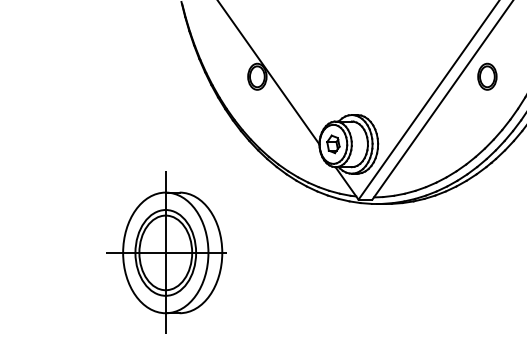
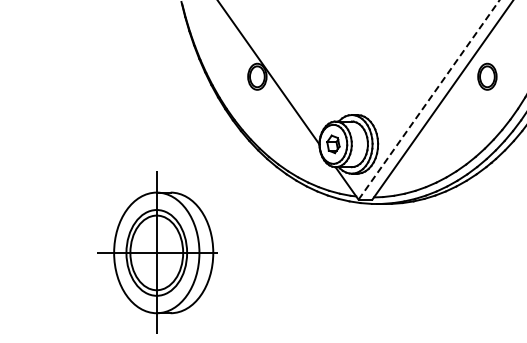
line at (429, 99): solid -> dashed
part at (166, 252) position: (166, 252) -> (157, 252)
